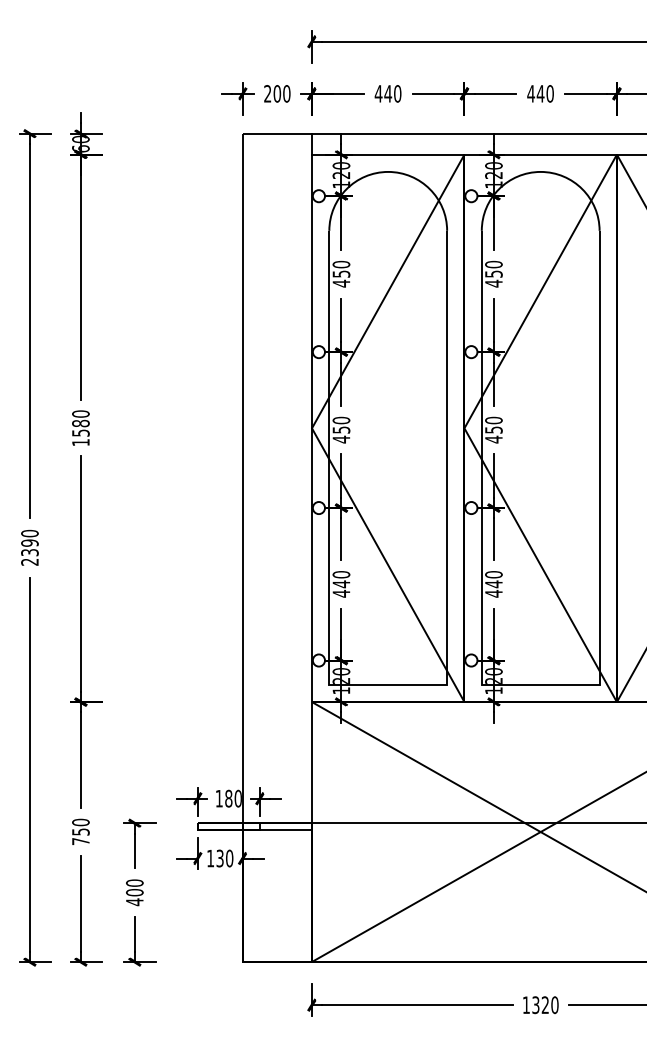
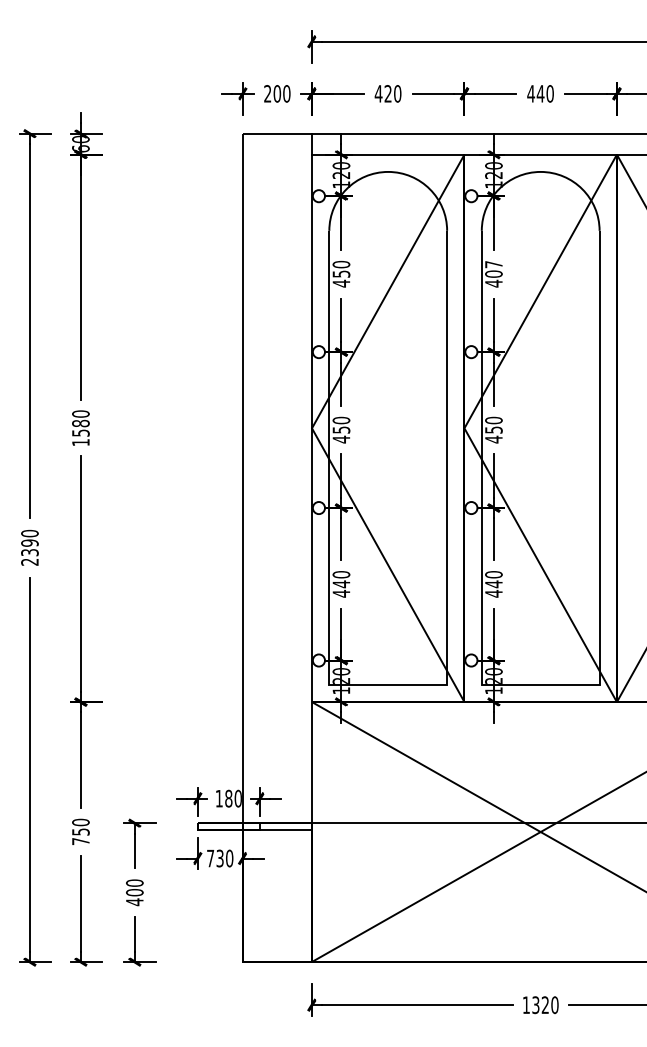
text at (388, 93): 440 -> 420
text at (493, 268): 450 -> 407
text at (210, 858): 130 -> 730
